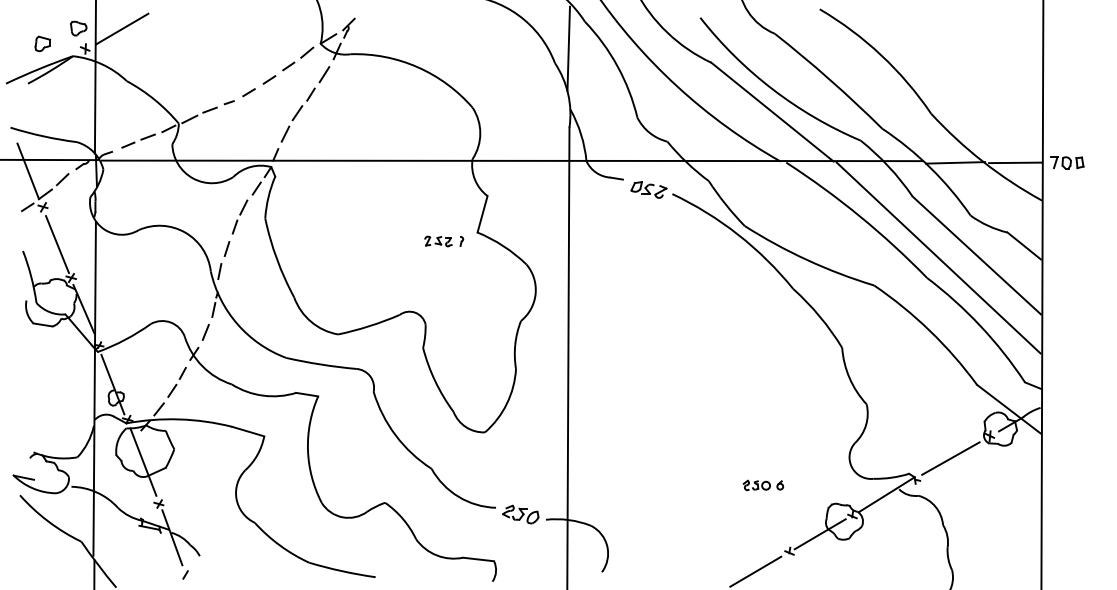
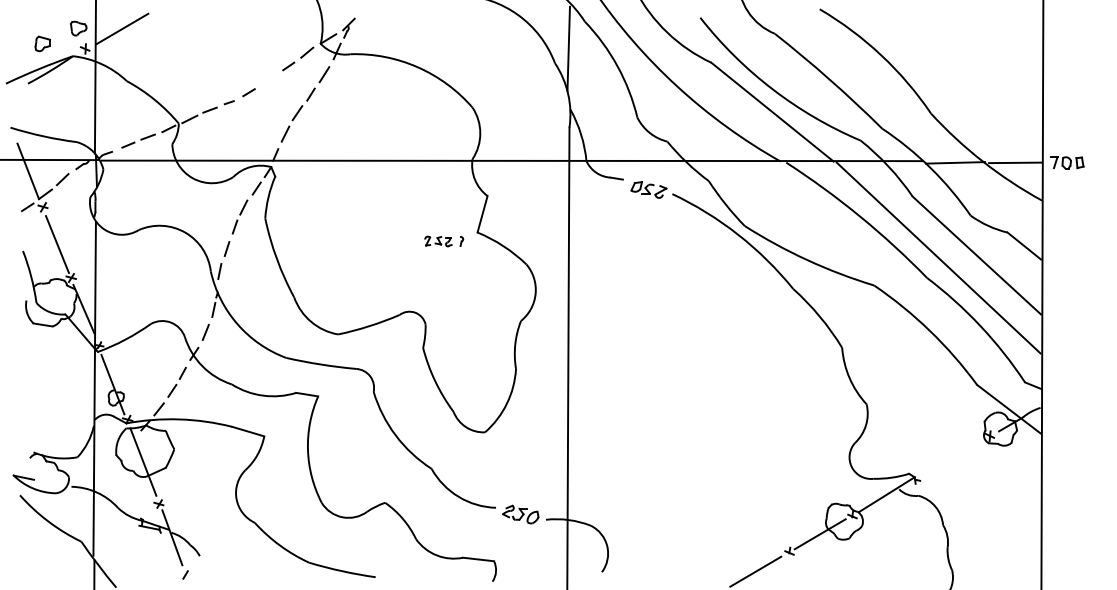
line at (269, 79): present -> none
line at (950, 458): present -> none
part at (763, 485): present -> none
